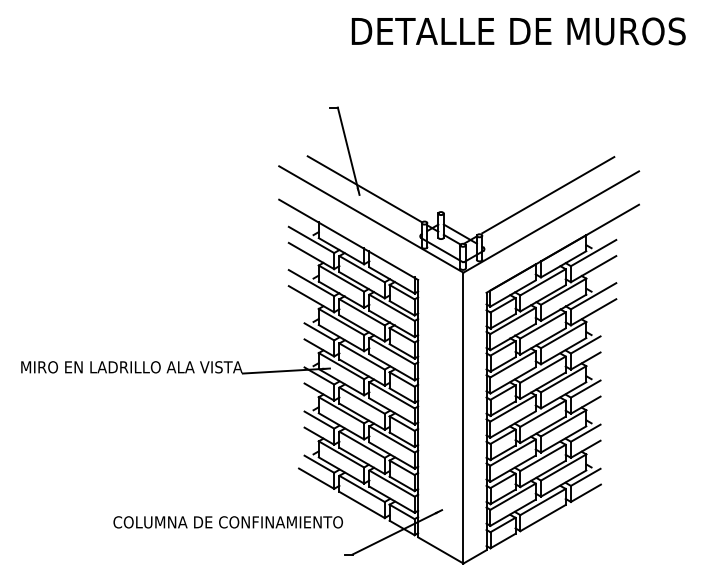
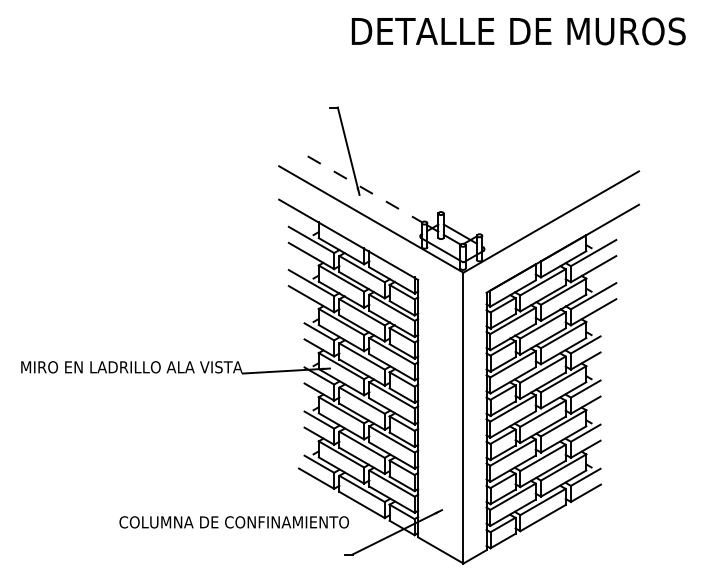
line at (365, 189): solid -> dashed
line at (548, 195): present -> none
text at (227, 522) position: (227, 522) -> (233, 522)
